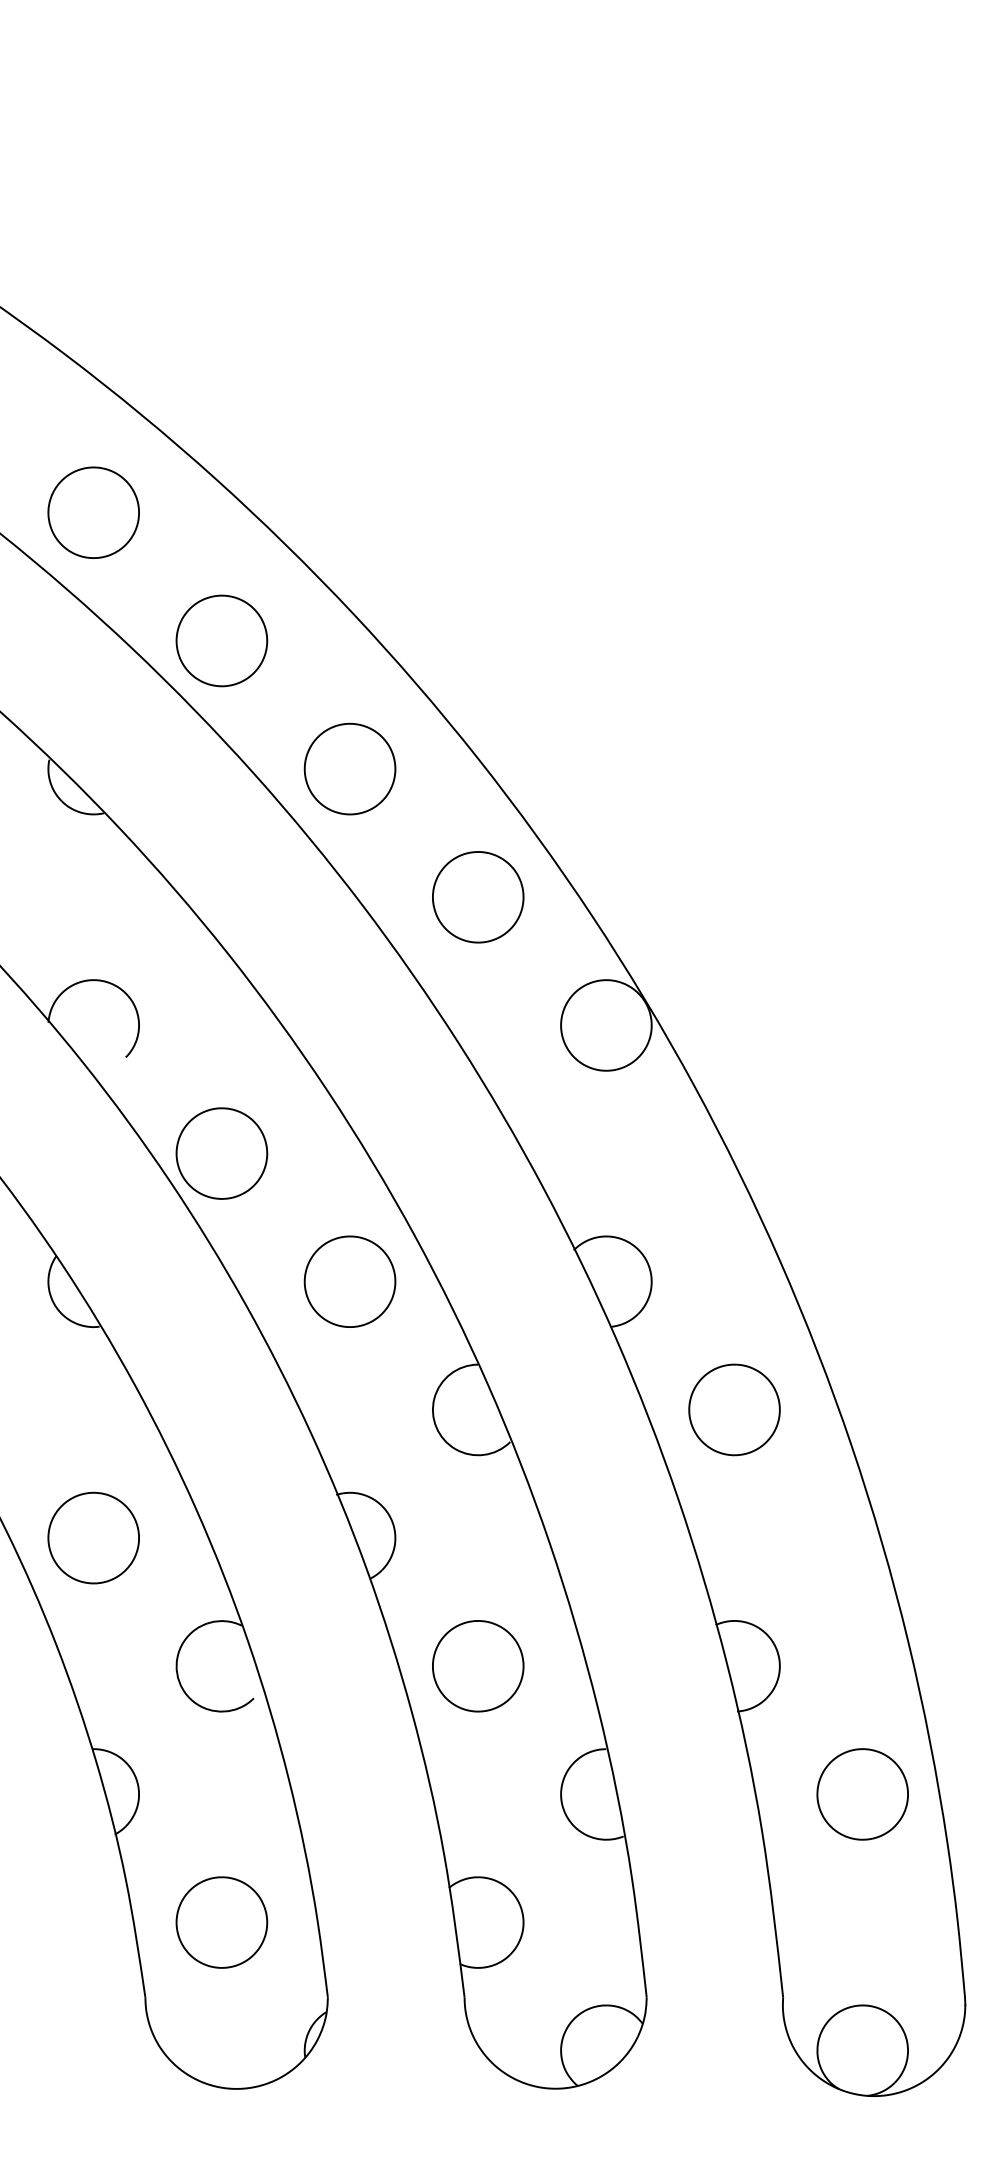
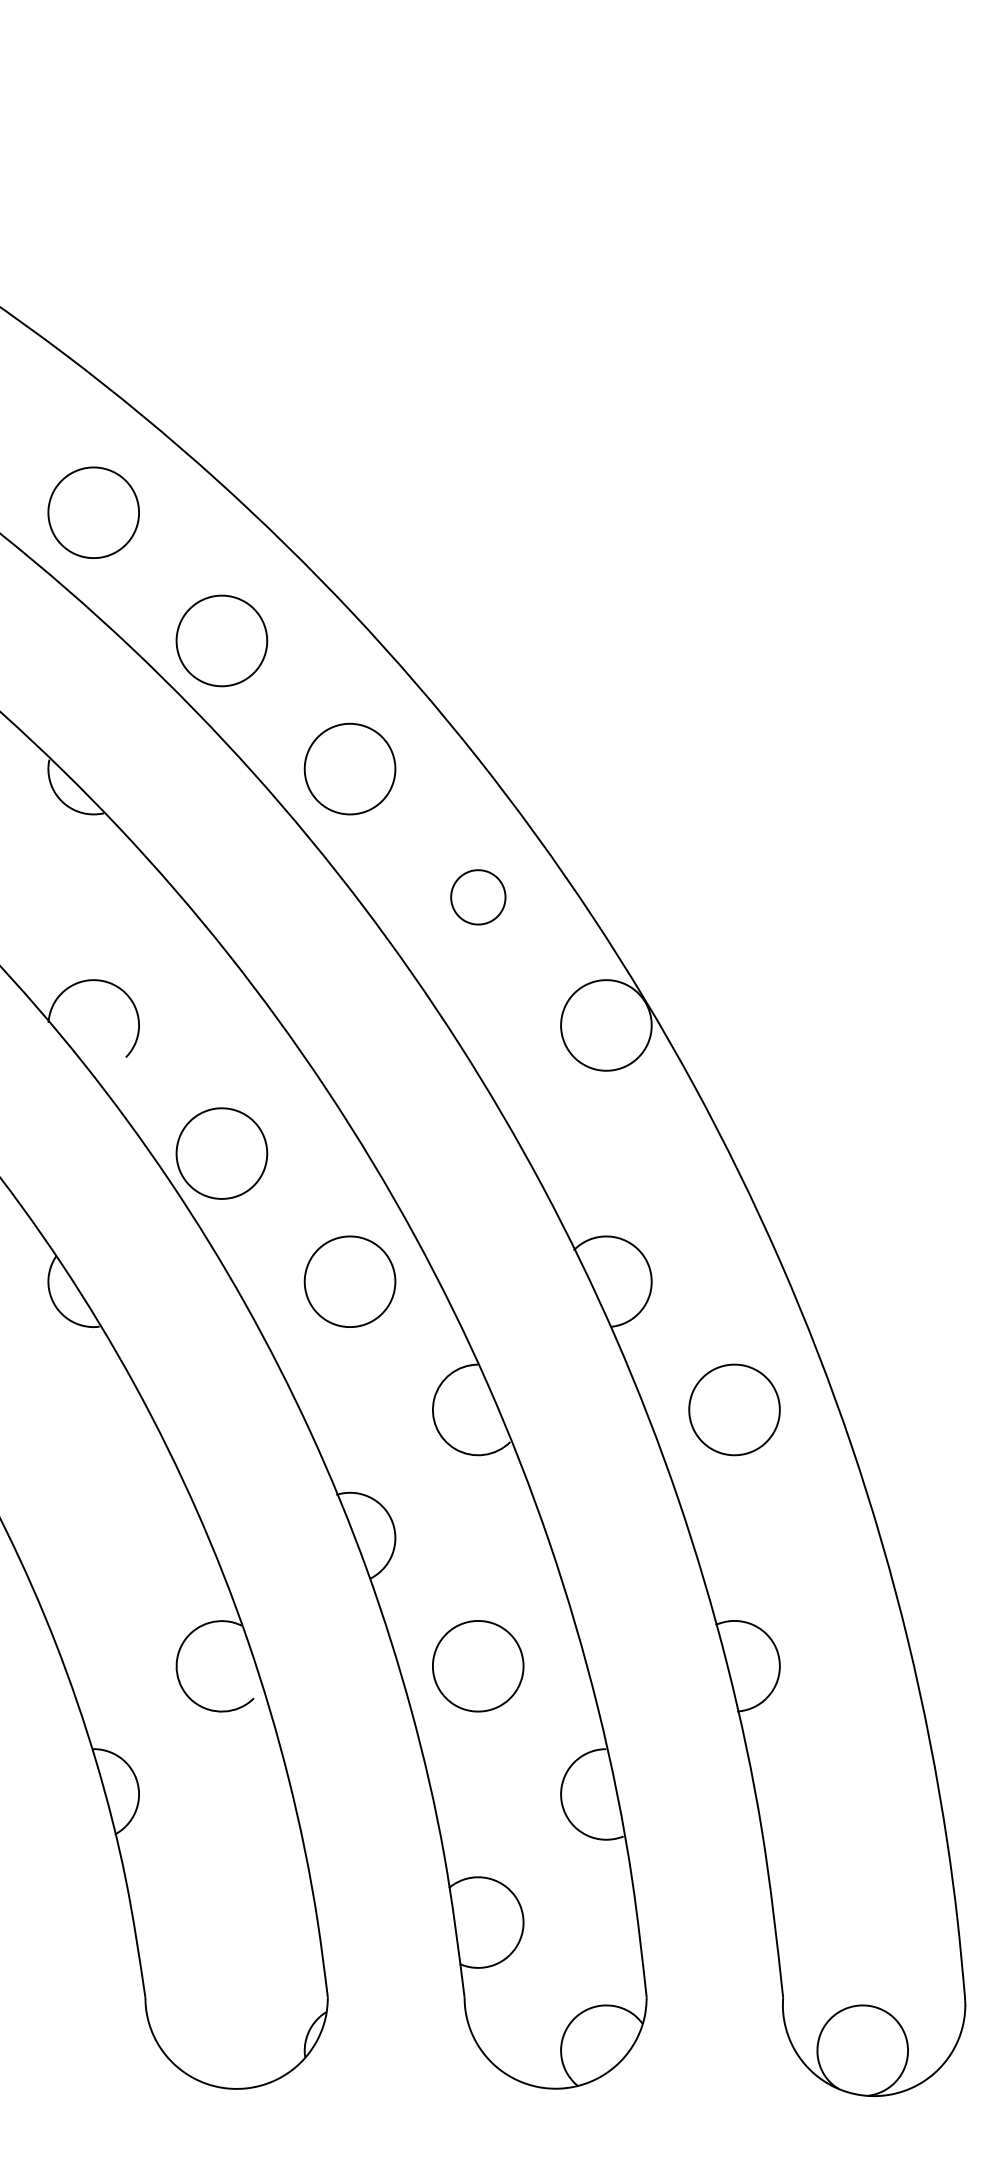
part at (478, 897) size: 93x93 px -> 57x57 px
part at (93, 1537): present -> none
part at (862, 1794): present -> none
part at (221, 1922): present -> none
